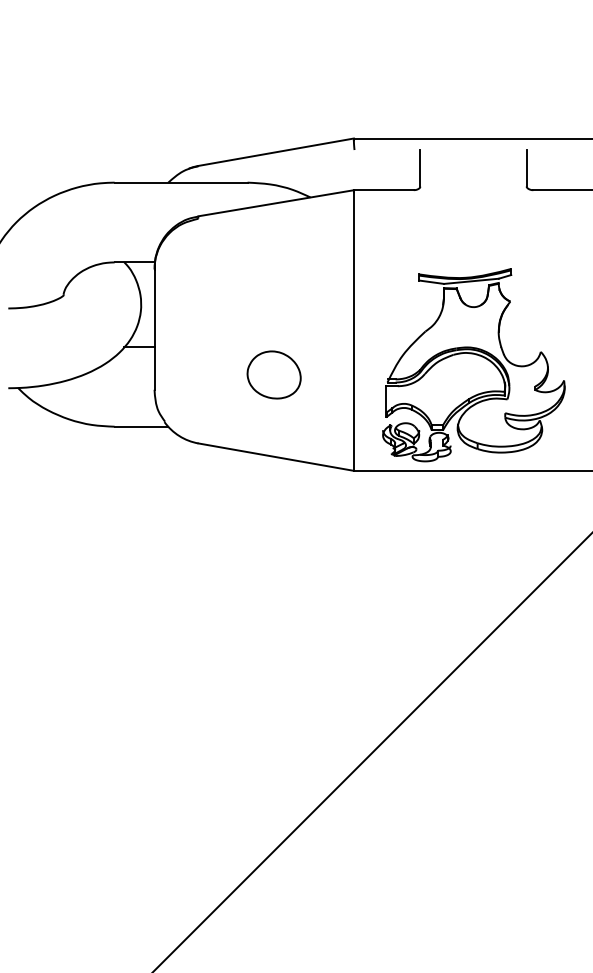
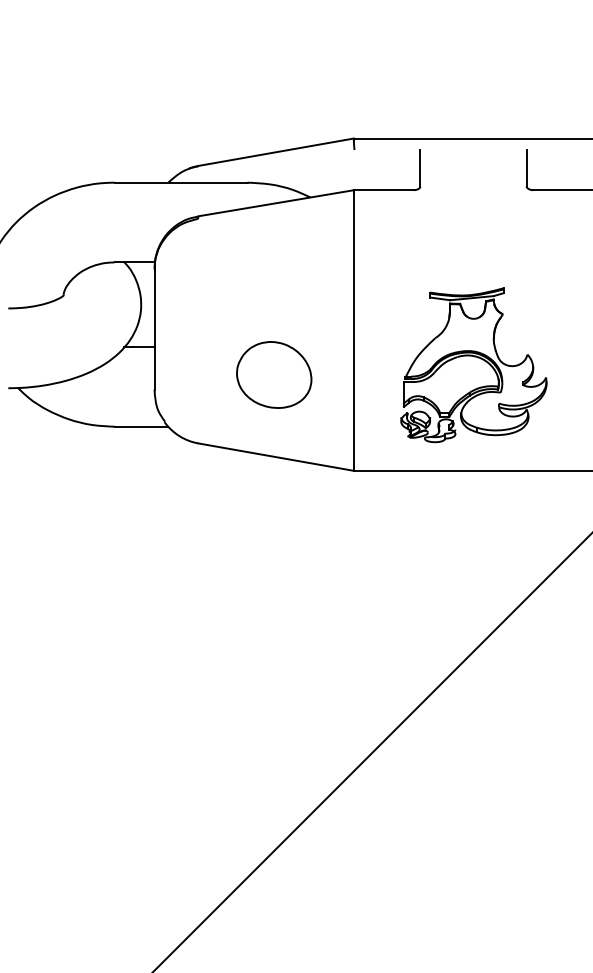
part at (473, 365) size: 184x195 px -> 148x157 px
part at (273, 374) size: 56x50 px -> 77x68 px
